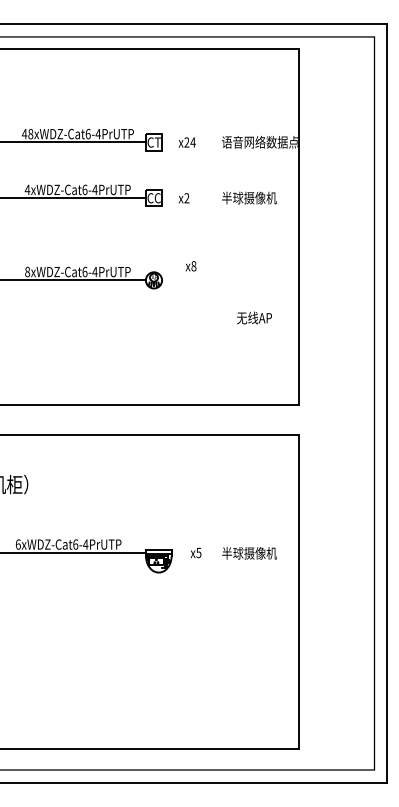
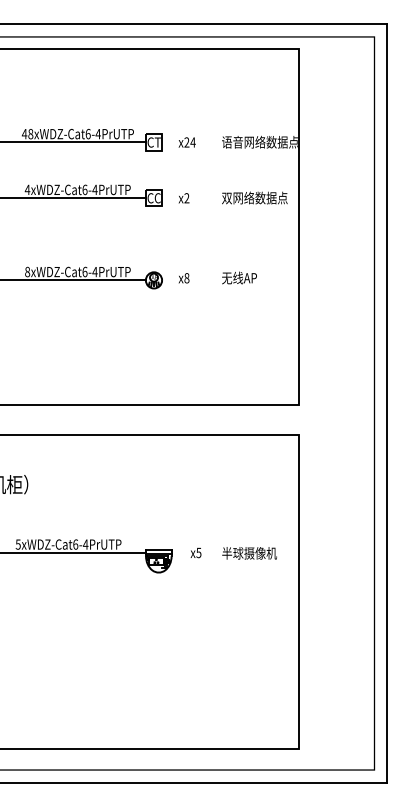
text at (254, 197): 半球摄像机 -> 双网络数据点
text at (190, 266) position: (190, 266) -> (183, 278)
text at (254, 317) position: (254, 317) -> (239, 277)
text at (17, 544): 6xWDZ-Cat6-4PrUTP -> 5xWDZ-Cat6-4PrUTP
